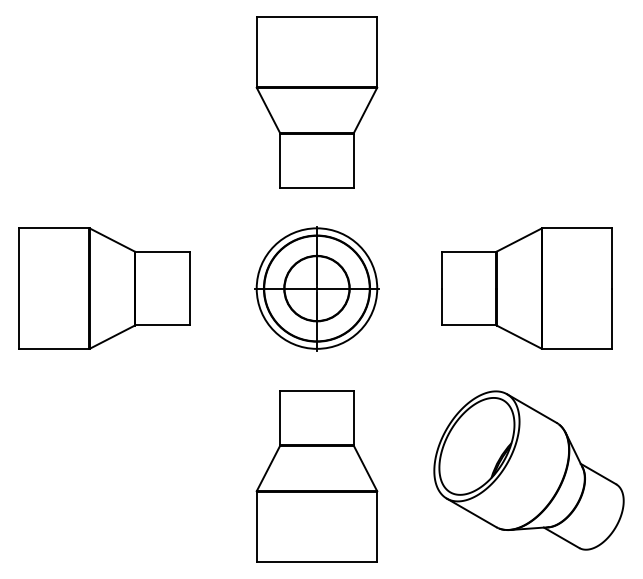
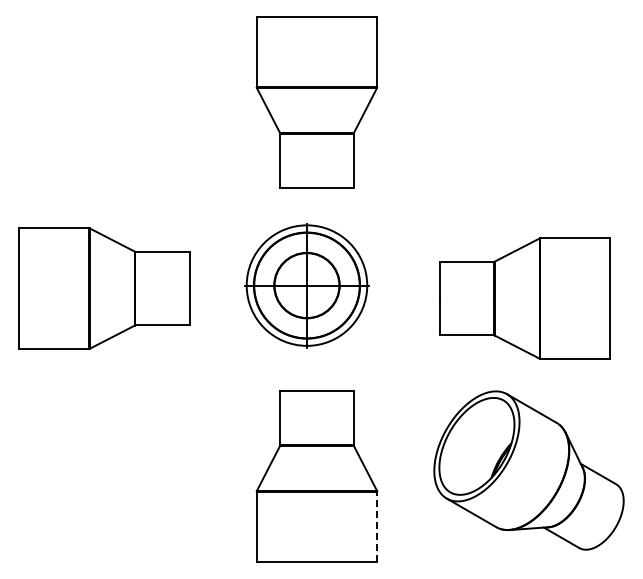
part at (316, 288) position: (316, 288) -> (306, 285)
part at (526, 288) position: (526, 288) -> (524, 298)
line at (377, 526): solid -> dashed
